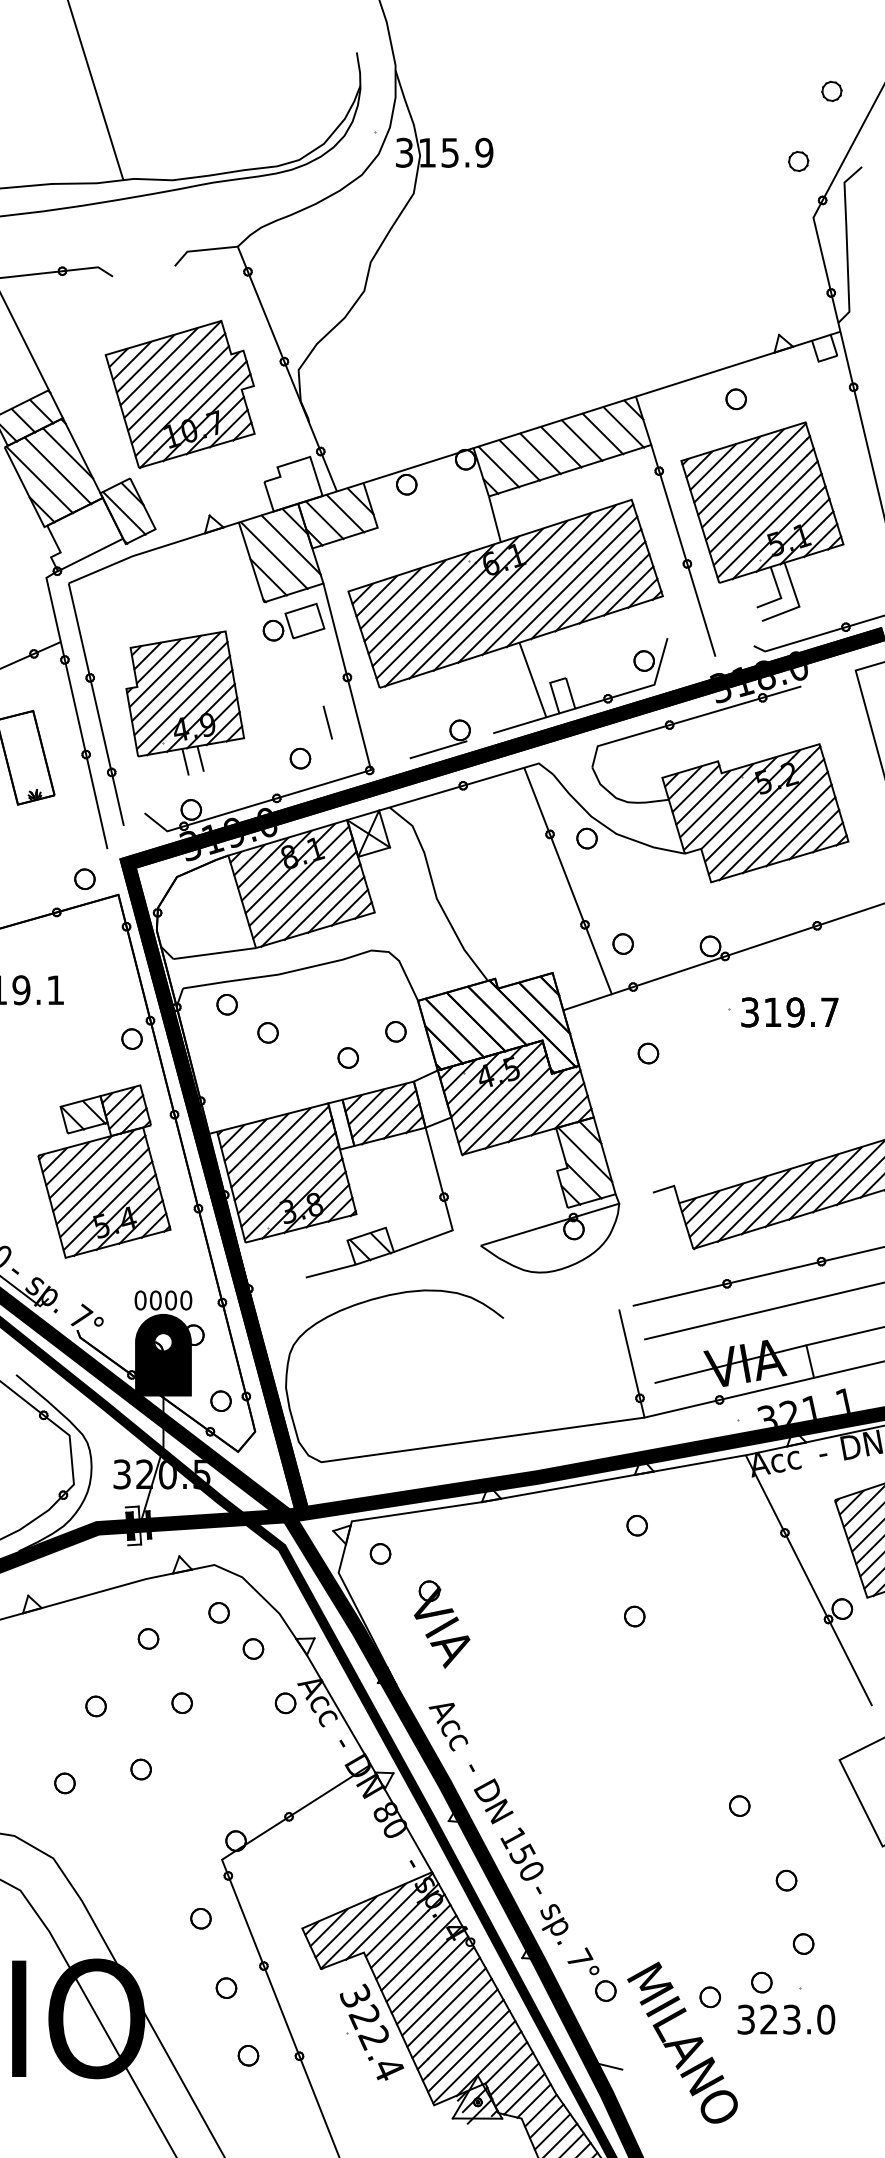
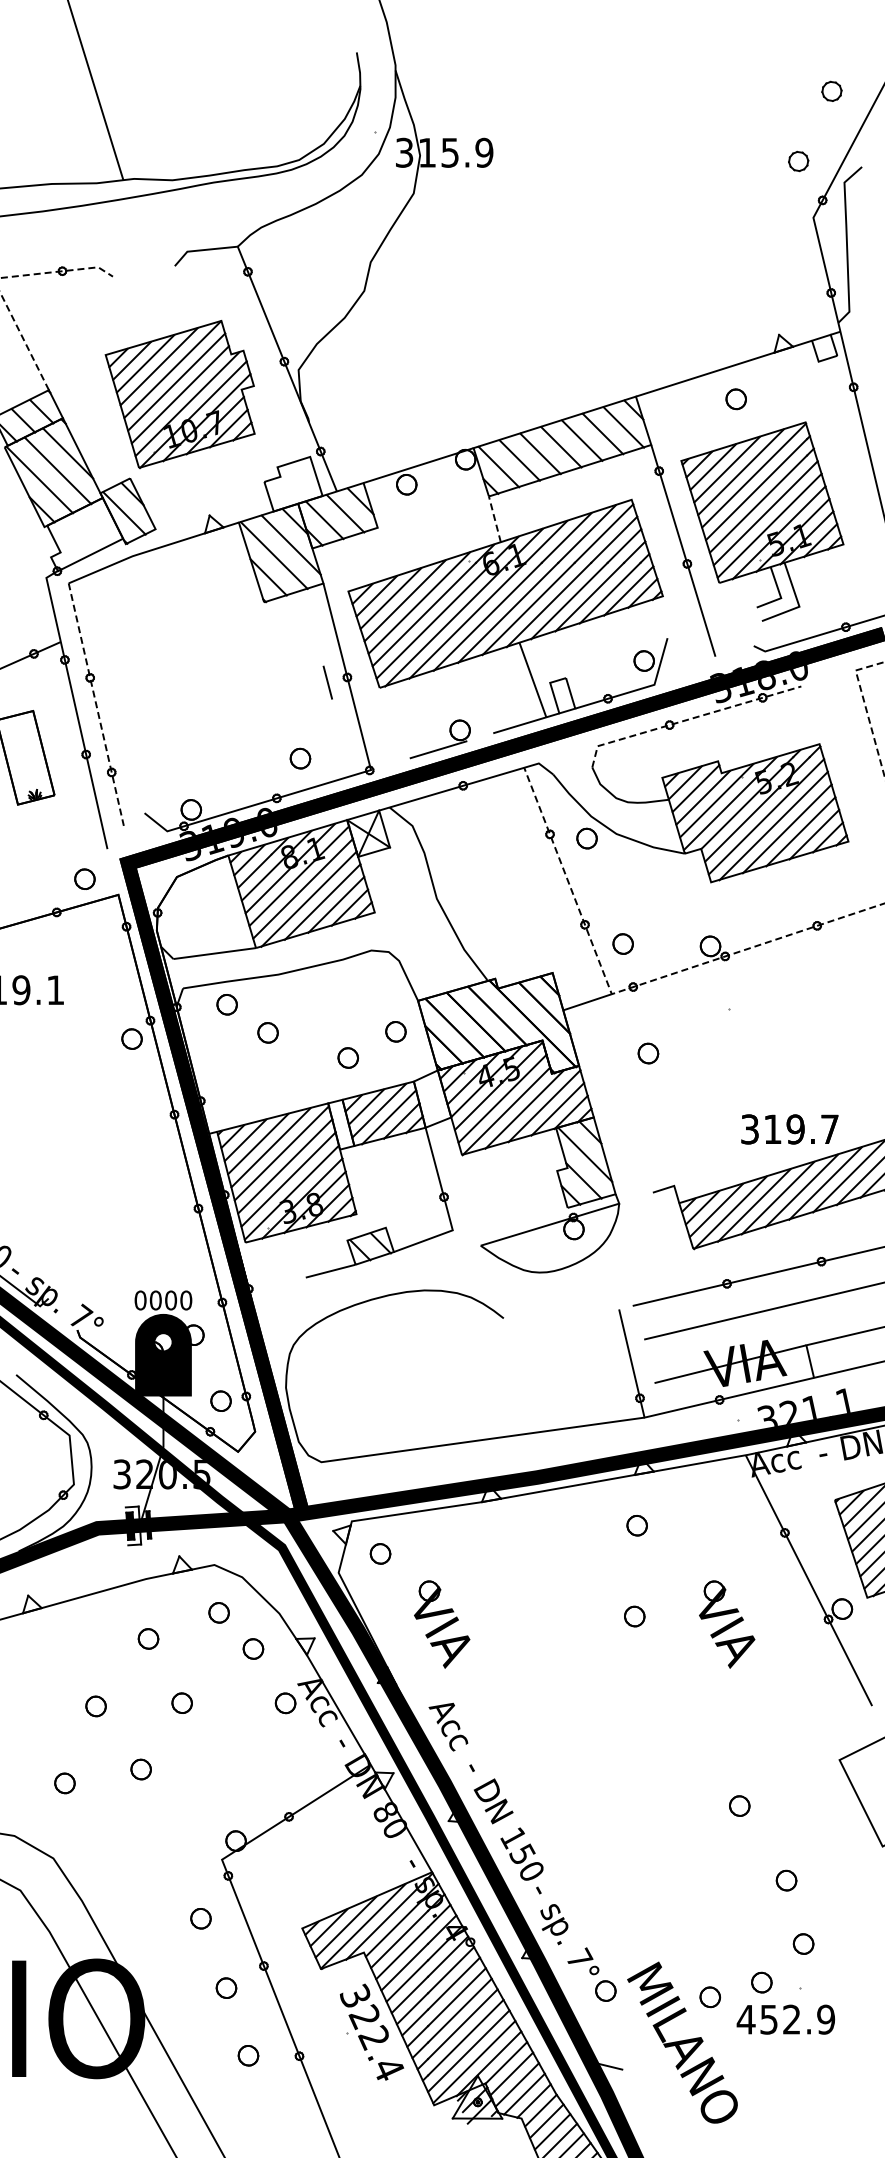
line at (4, 277): solid -> dashed
line at (494, 519): solid -> dashed
part at (293, 621): present -> none
part at (185, 702): present -> none
line at (96, 705): solid -> dashed
line at (866, 708): solid -> dashed
line at (688, 719): solid -> dashed
line at (327, 722) position: (327, 722) -> (327, 682)
line at (632, 987): solid -> dashed
text at (789, 1012) position: (789, 1012) -> (789, 1129)
part at (104, 1171): present -> none
part at (727, 1624): none -> present
text at (785, 2019): 323.0 -> 452.9
